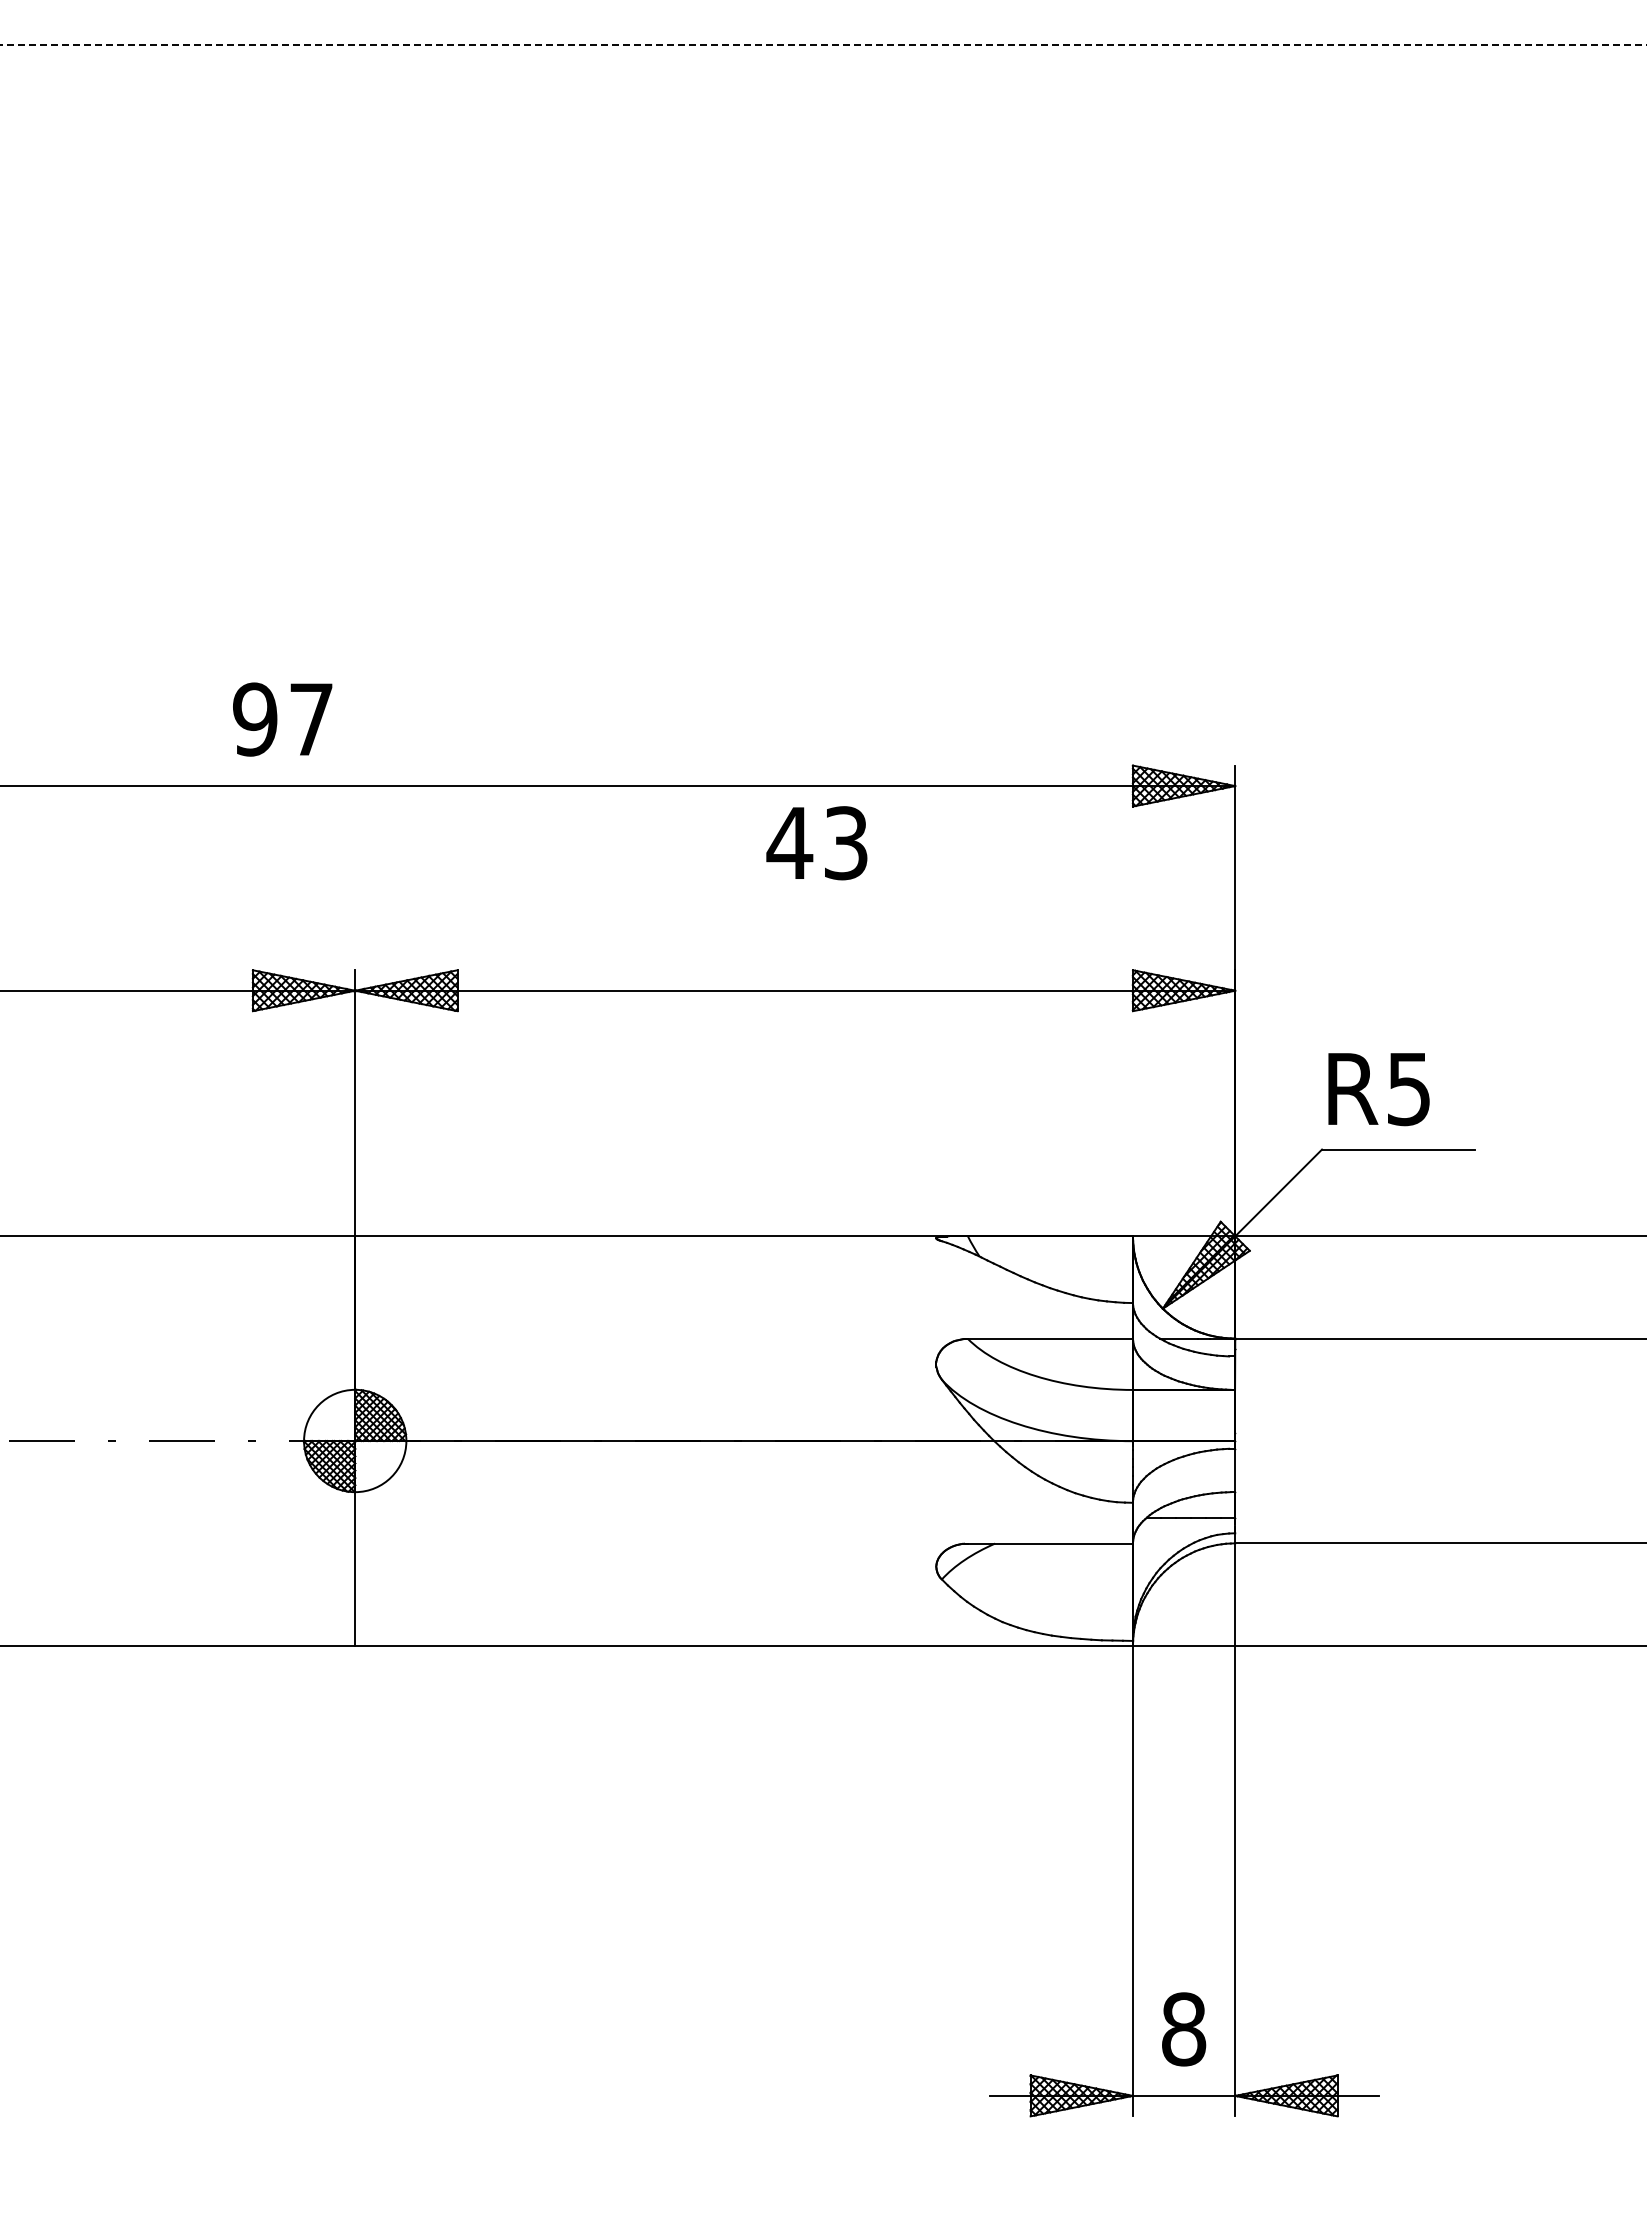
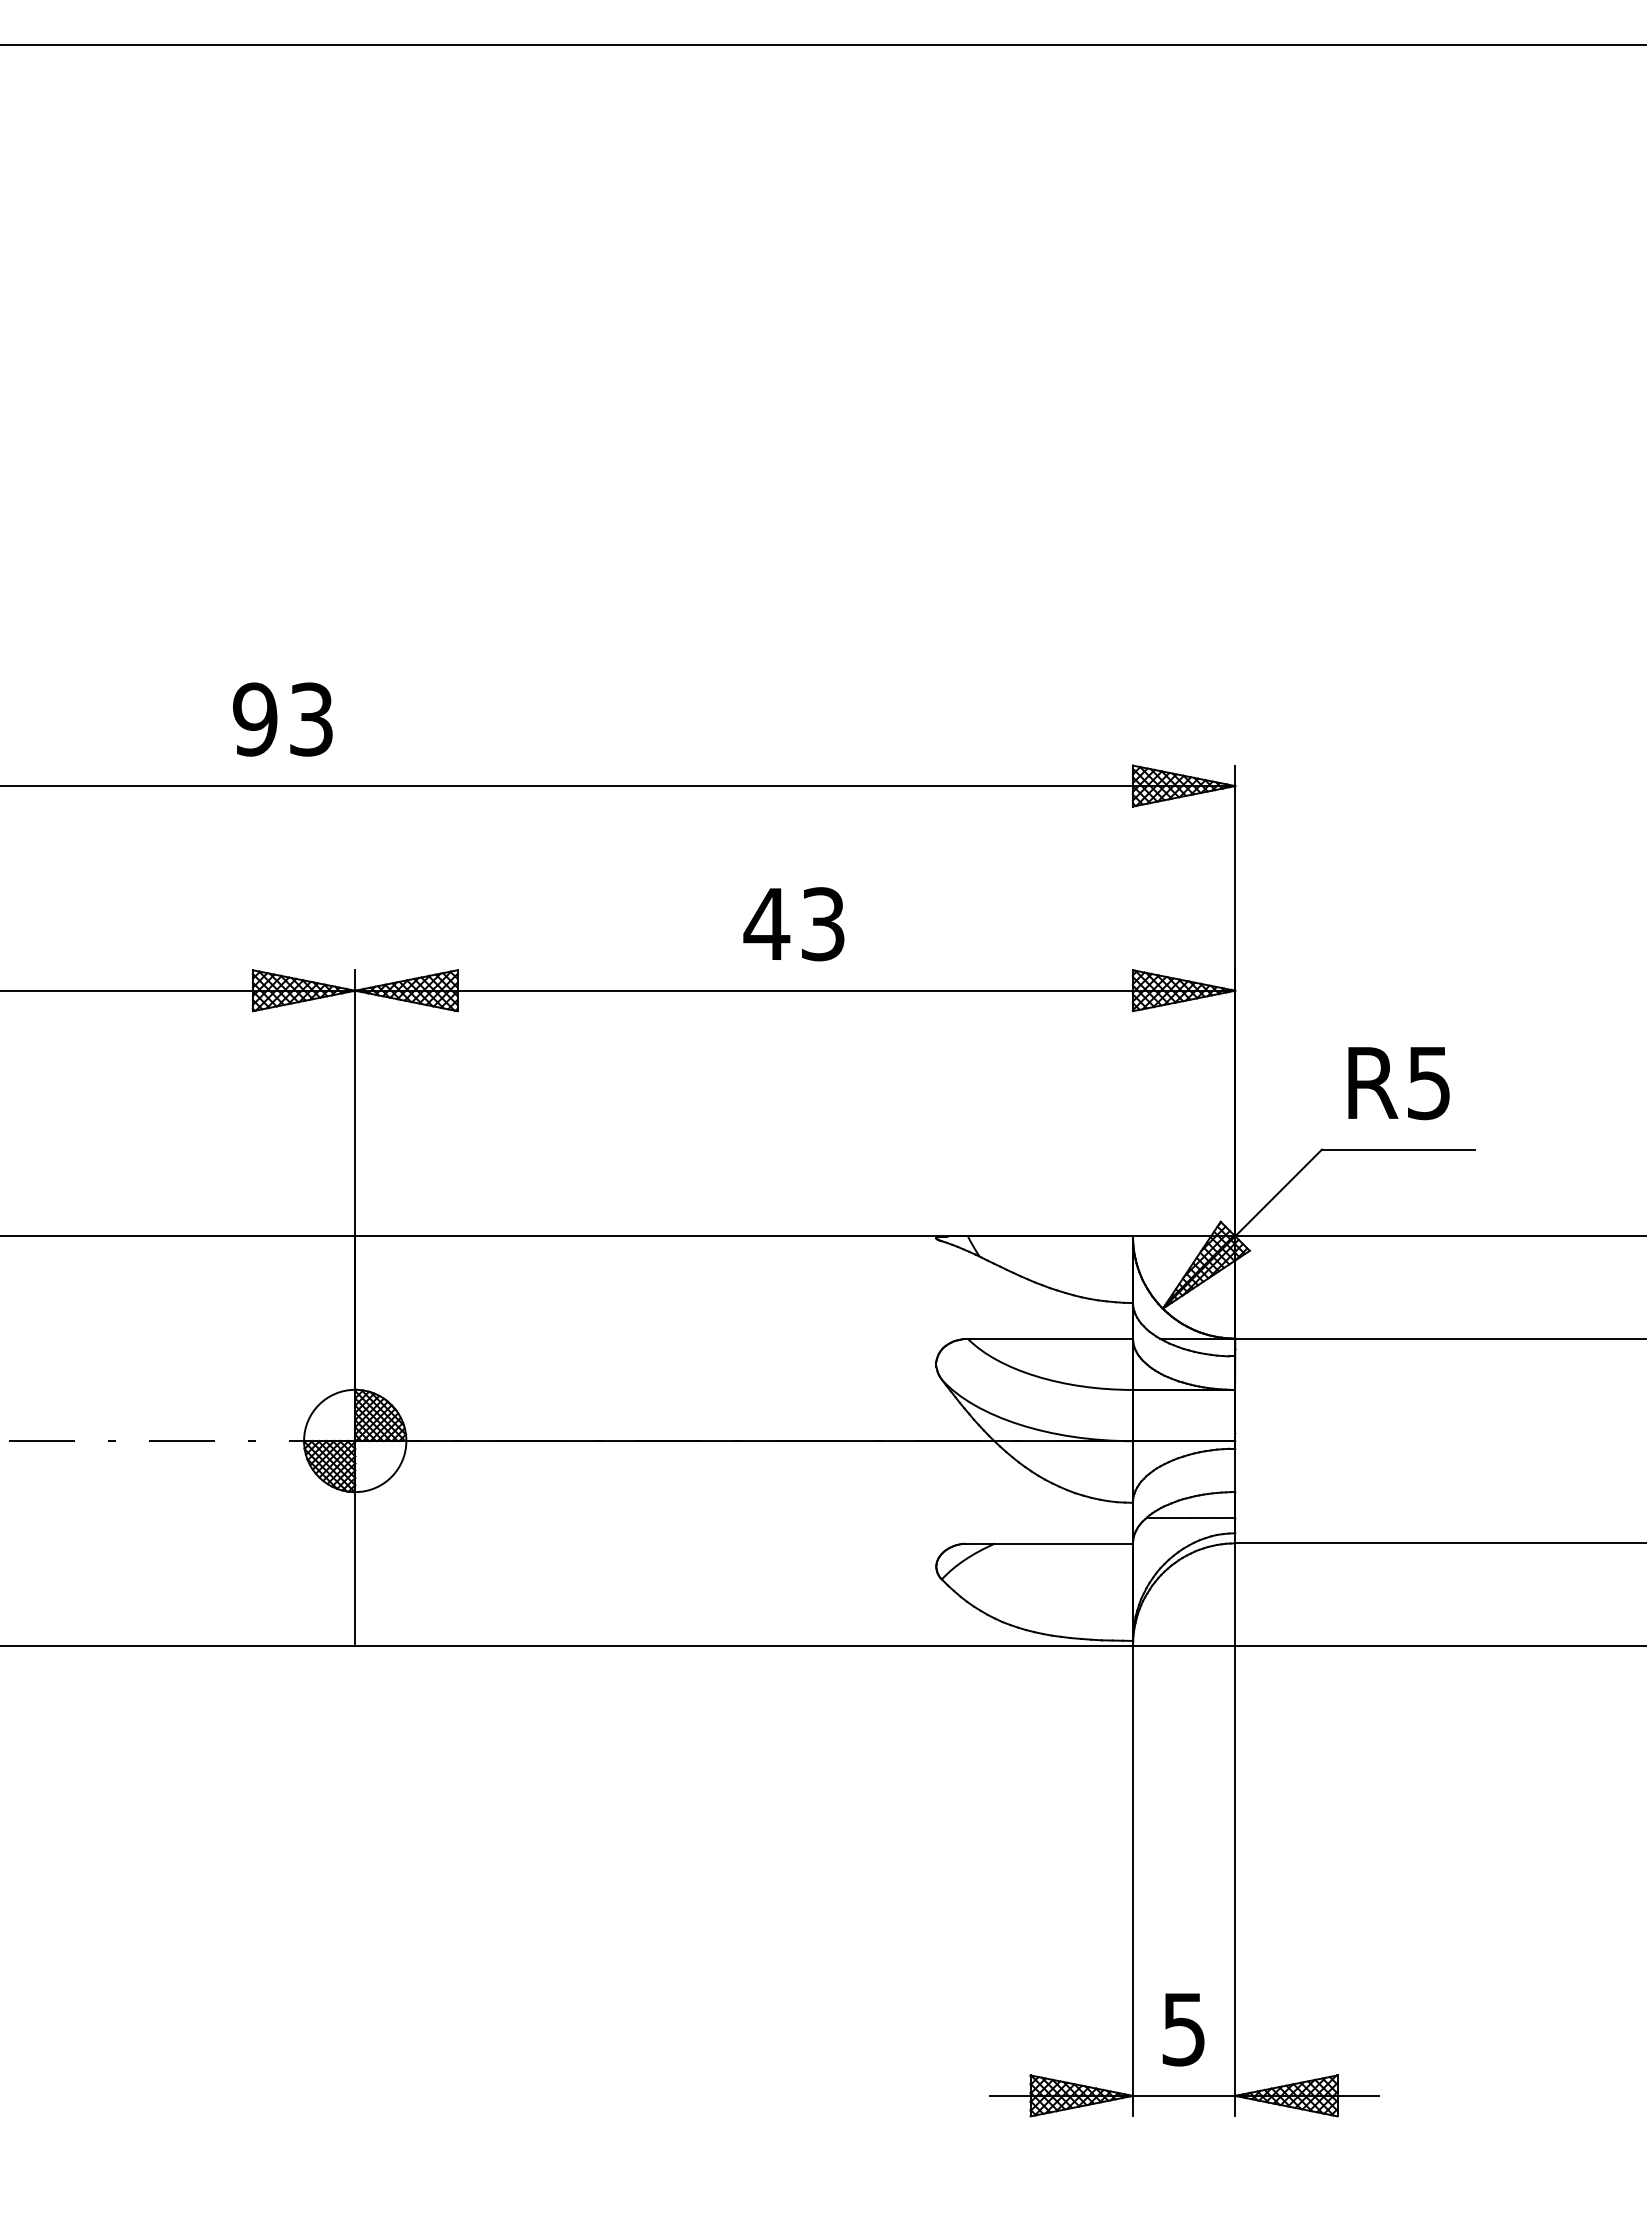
line at (822, 45): dashed -> solid
text at (311, 719): 97 -> 93
text at (816, 843) position: (816, 843) -> (793, 924)
text at (1378, 1089) position: (1378, 1089) -> (1398, 1083)
text at (1184, 2029): 8 -> 5
